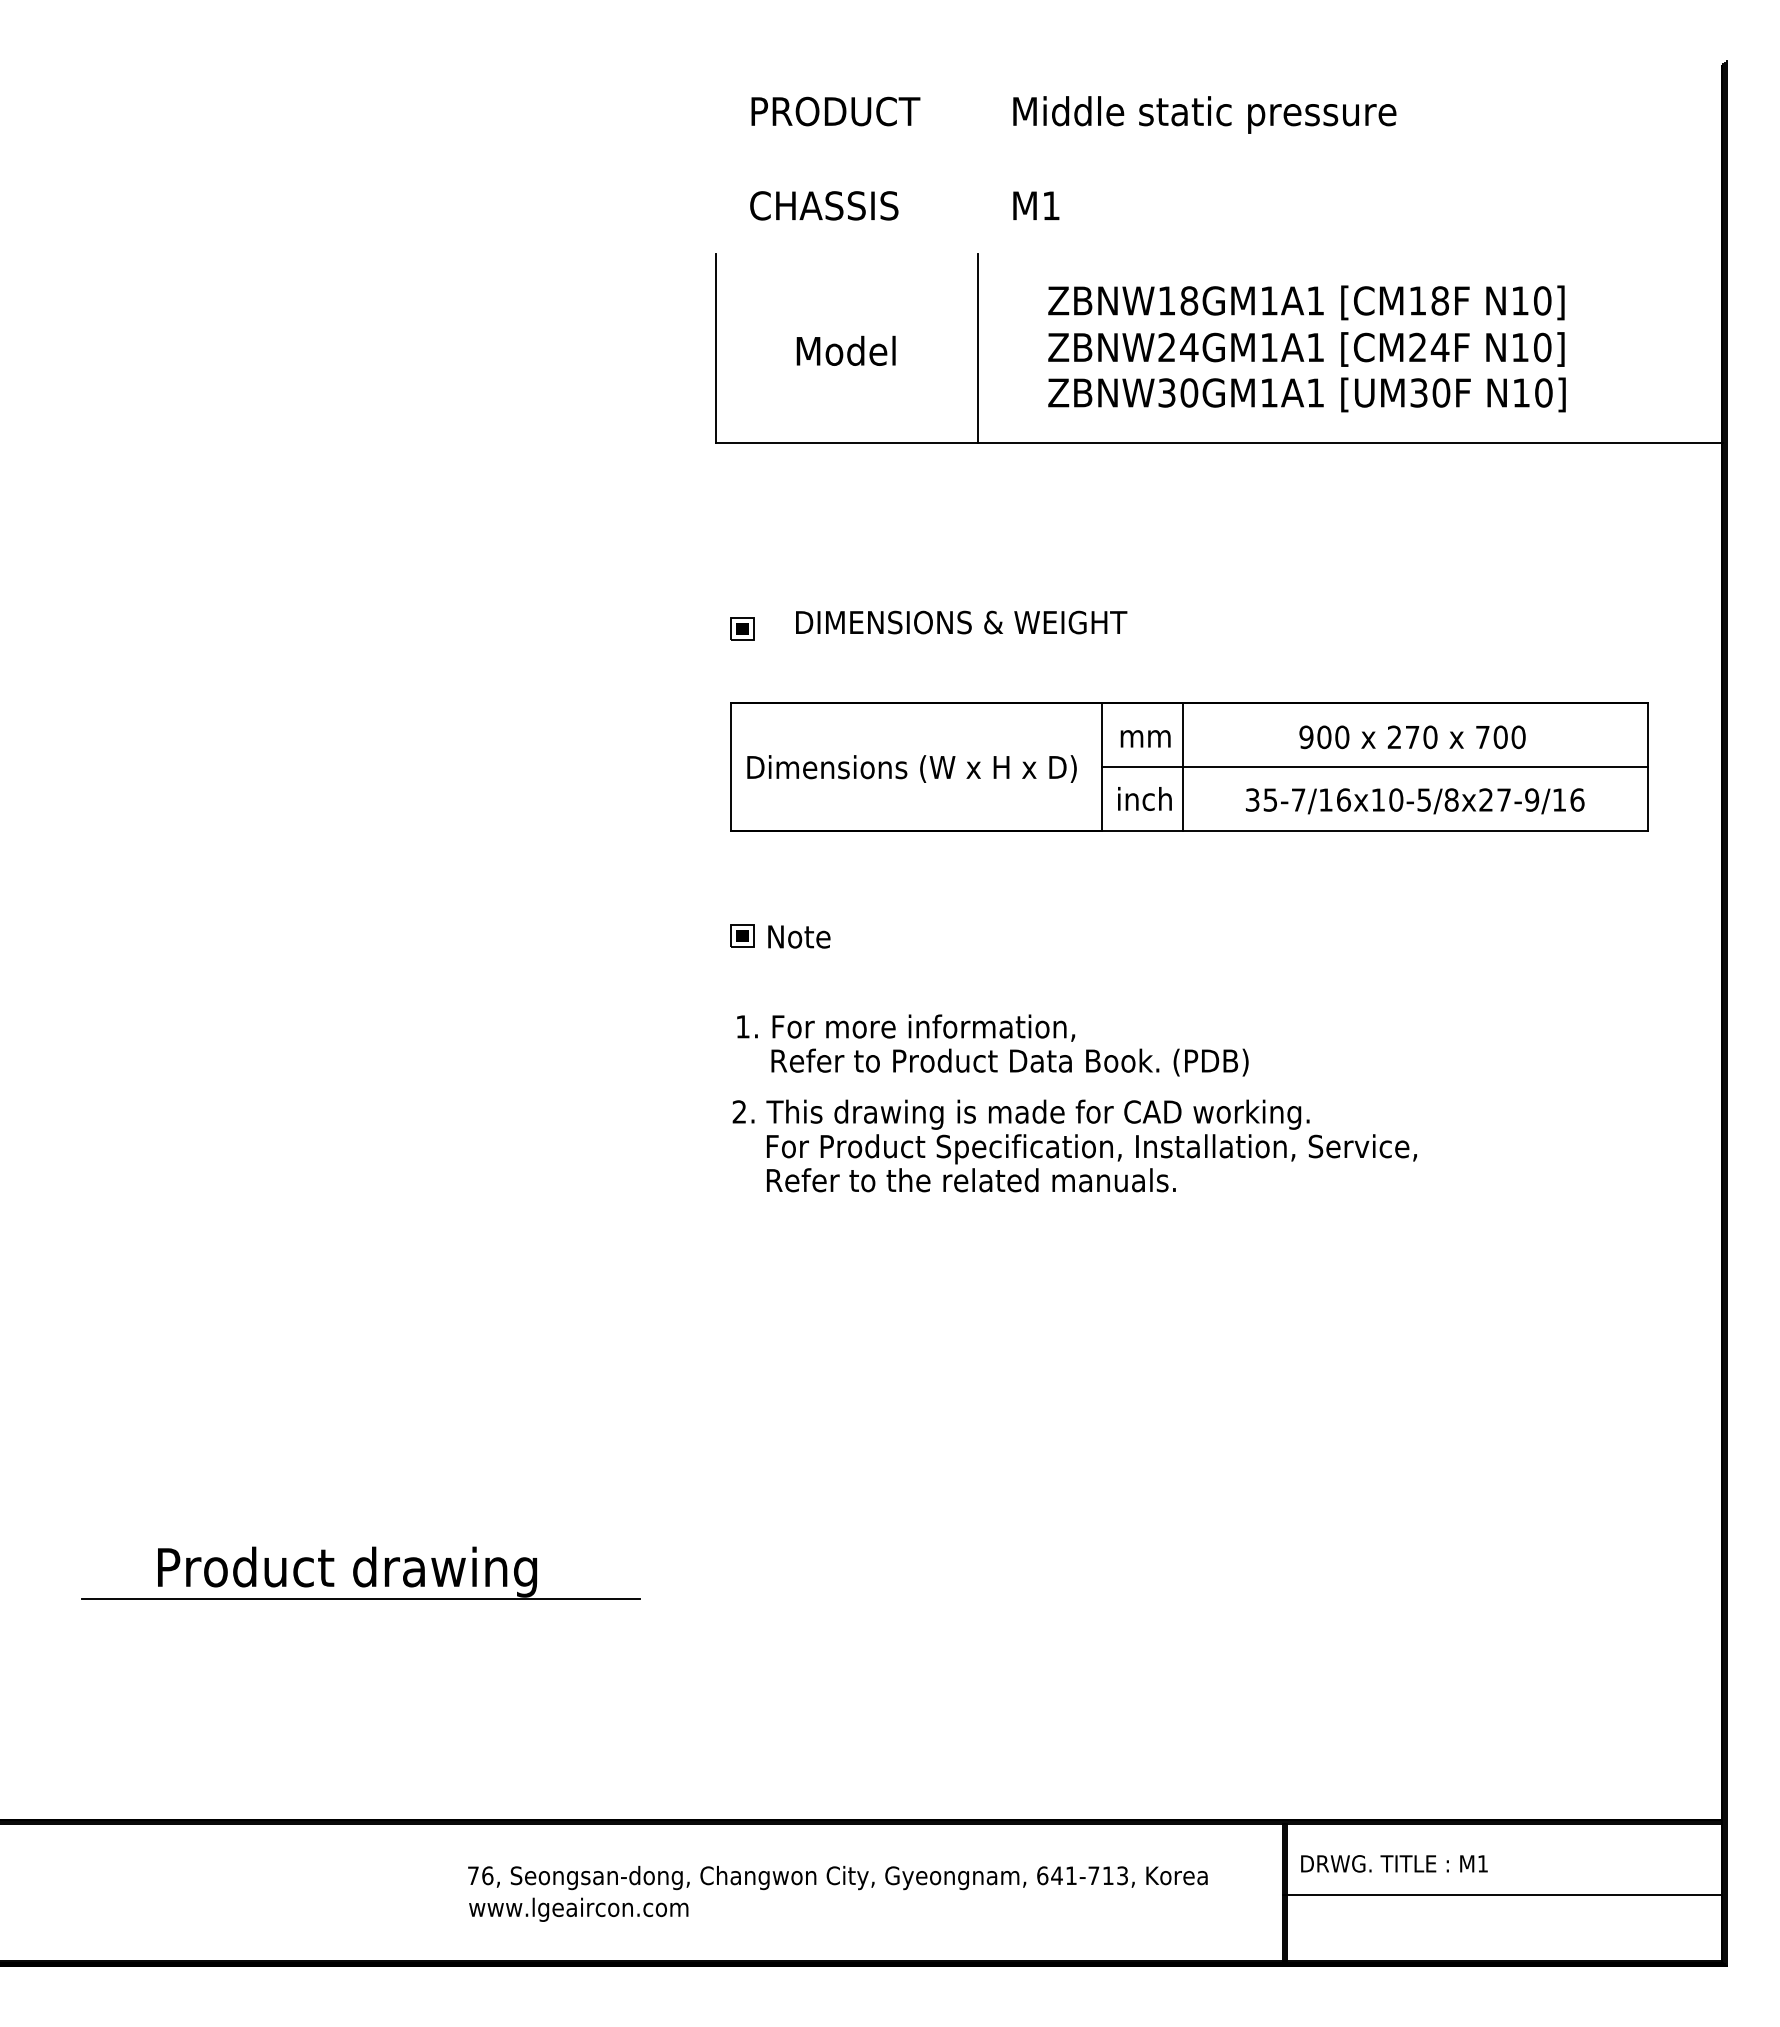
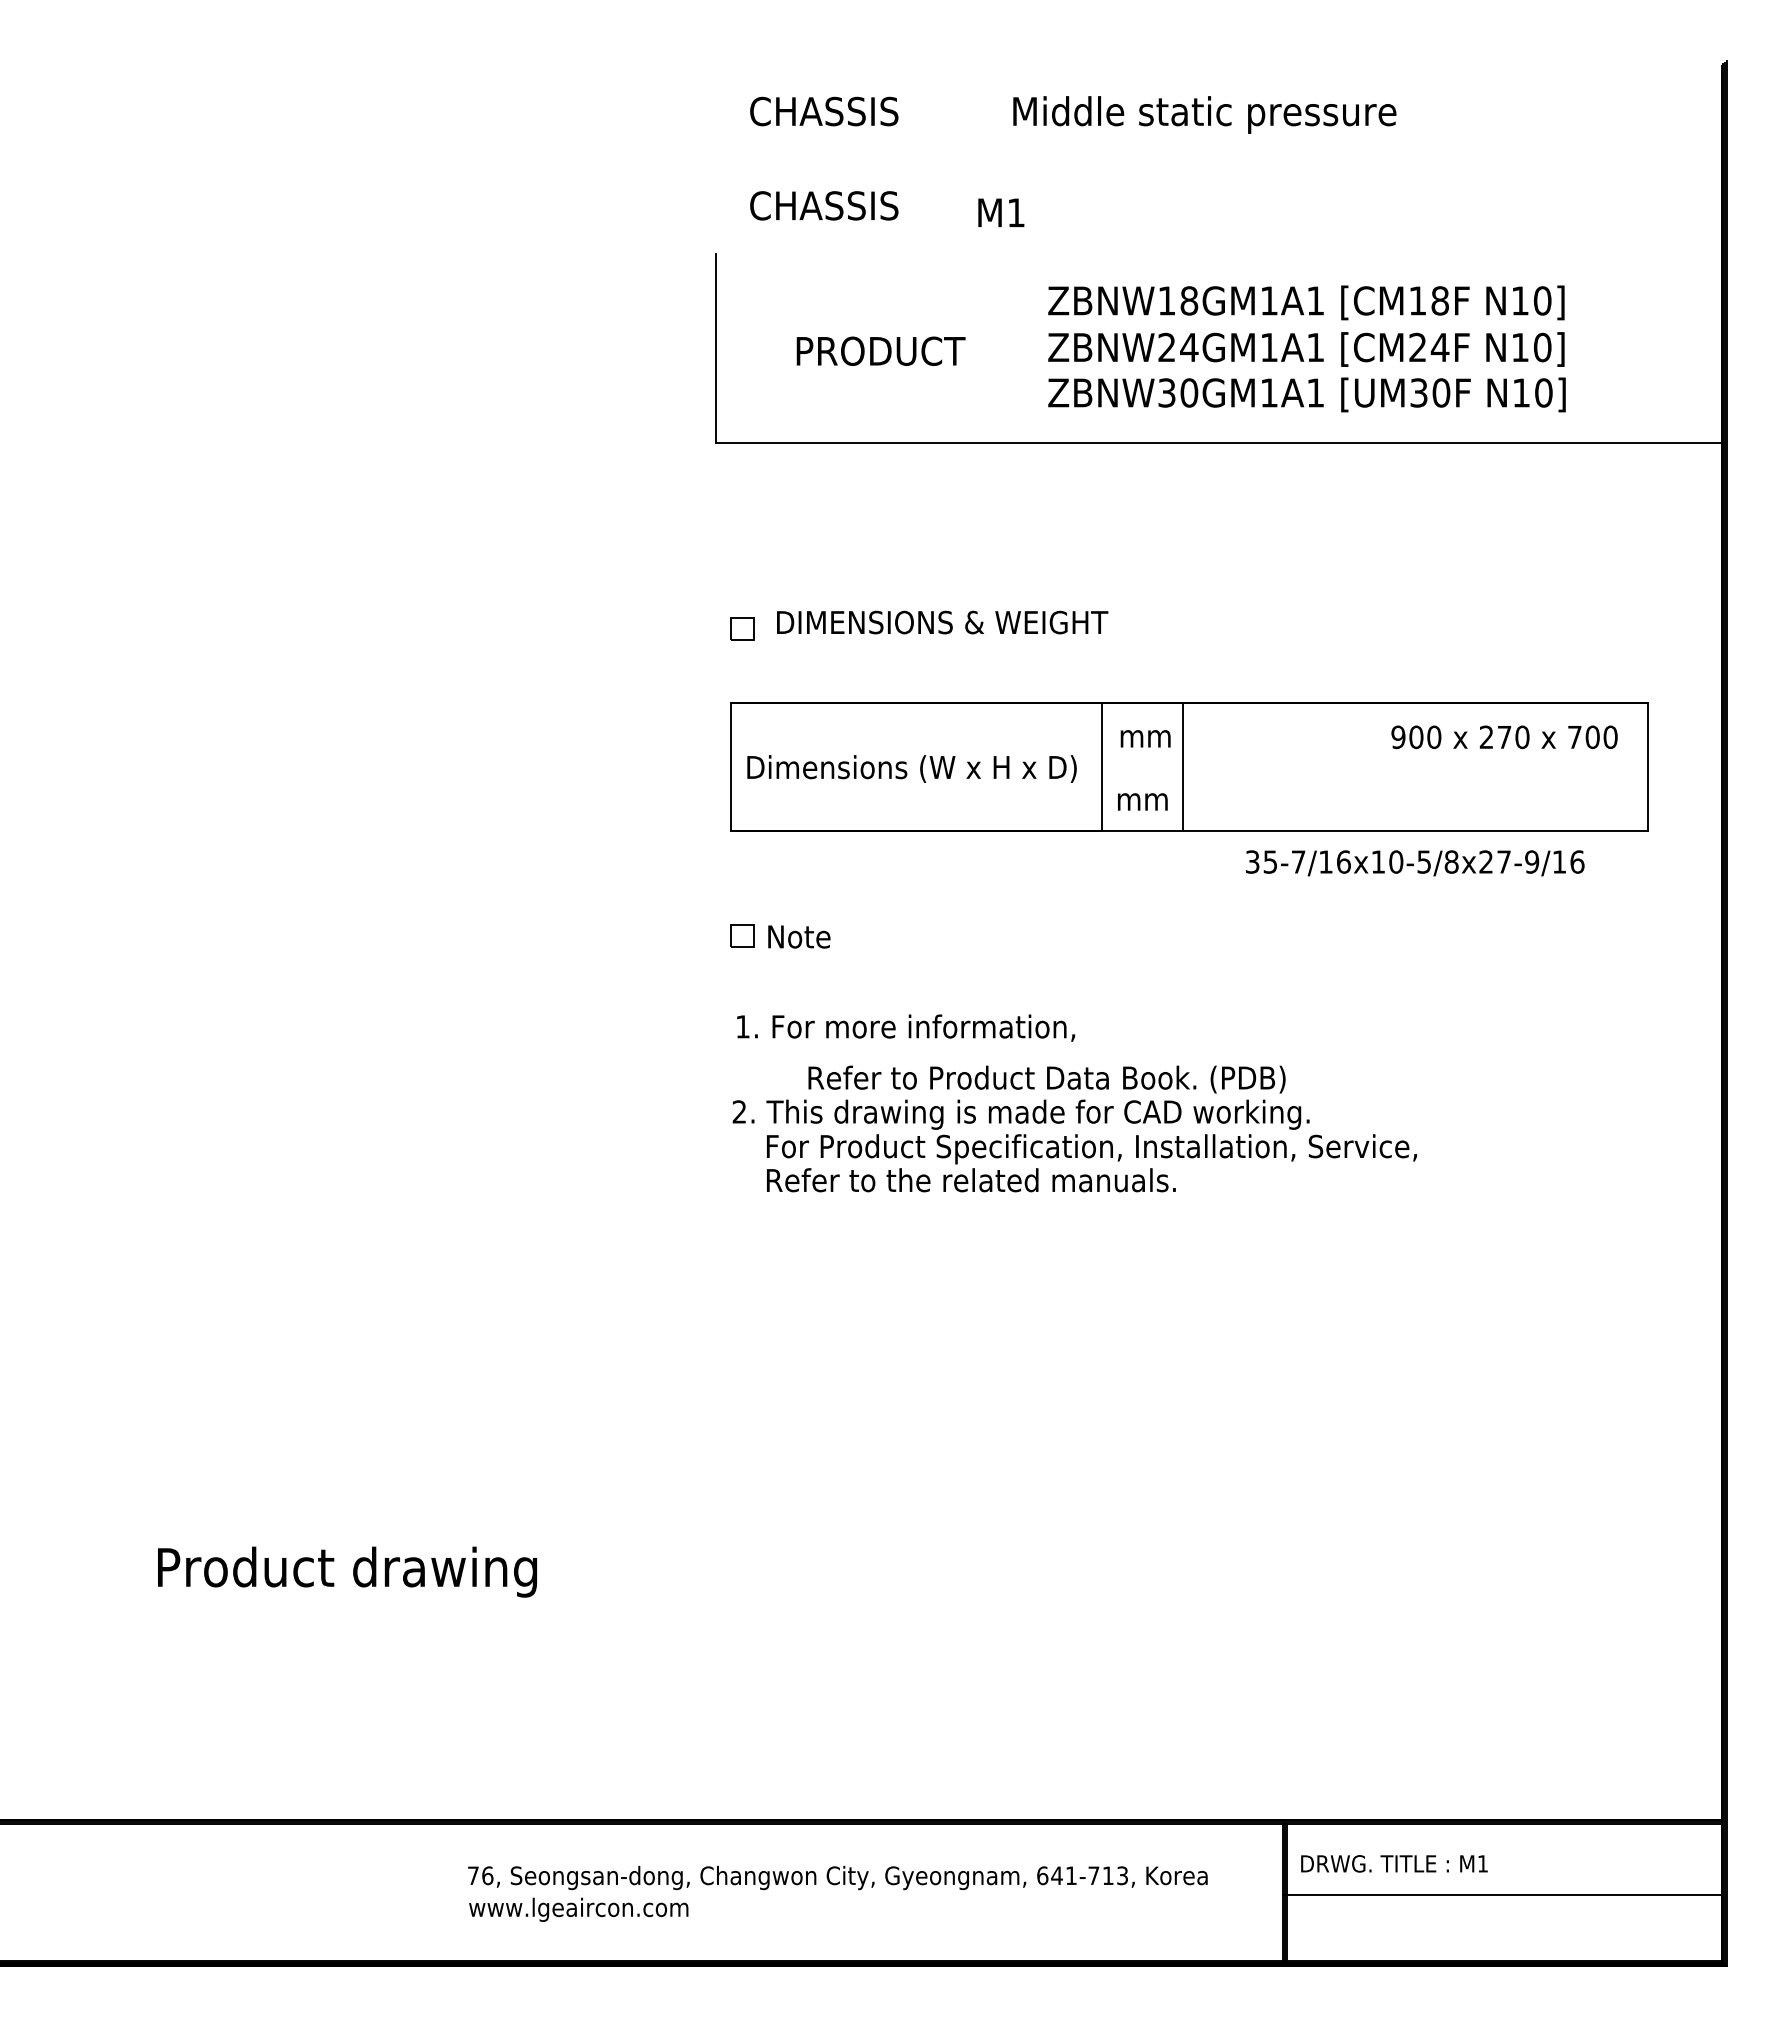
text at (835, 111): PRODUCT -> CHASSIS
text at (1036, 205) position: (1036, 205) -> (1001, 212)
line at (977, 348): present -> none
text at (882, 350): Model -> PRODUCT
text at (961, 622) position: (961, 622) -> (942, 622)
fill at (741, 628): present -> none
text at (1412, 737) position: (1412, 737) -> (1504, 737)
line at (1374, 767): present -> none
text at (1144, 798): inch -> mm
text at (1415, 801) position: (1415, 801) -> (1415, 863)
fill at (741, 936): present -> none
text at (1009, 1062) position: (1009, 1062) -> (1046, 1079)
line at (360, 1598): present -> none
